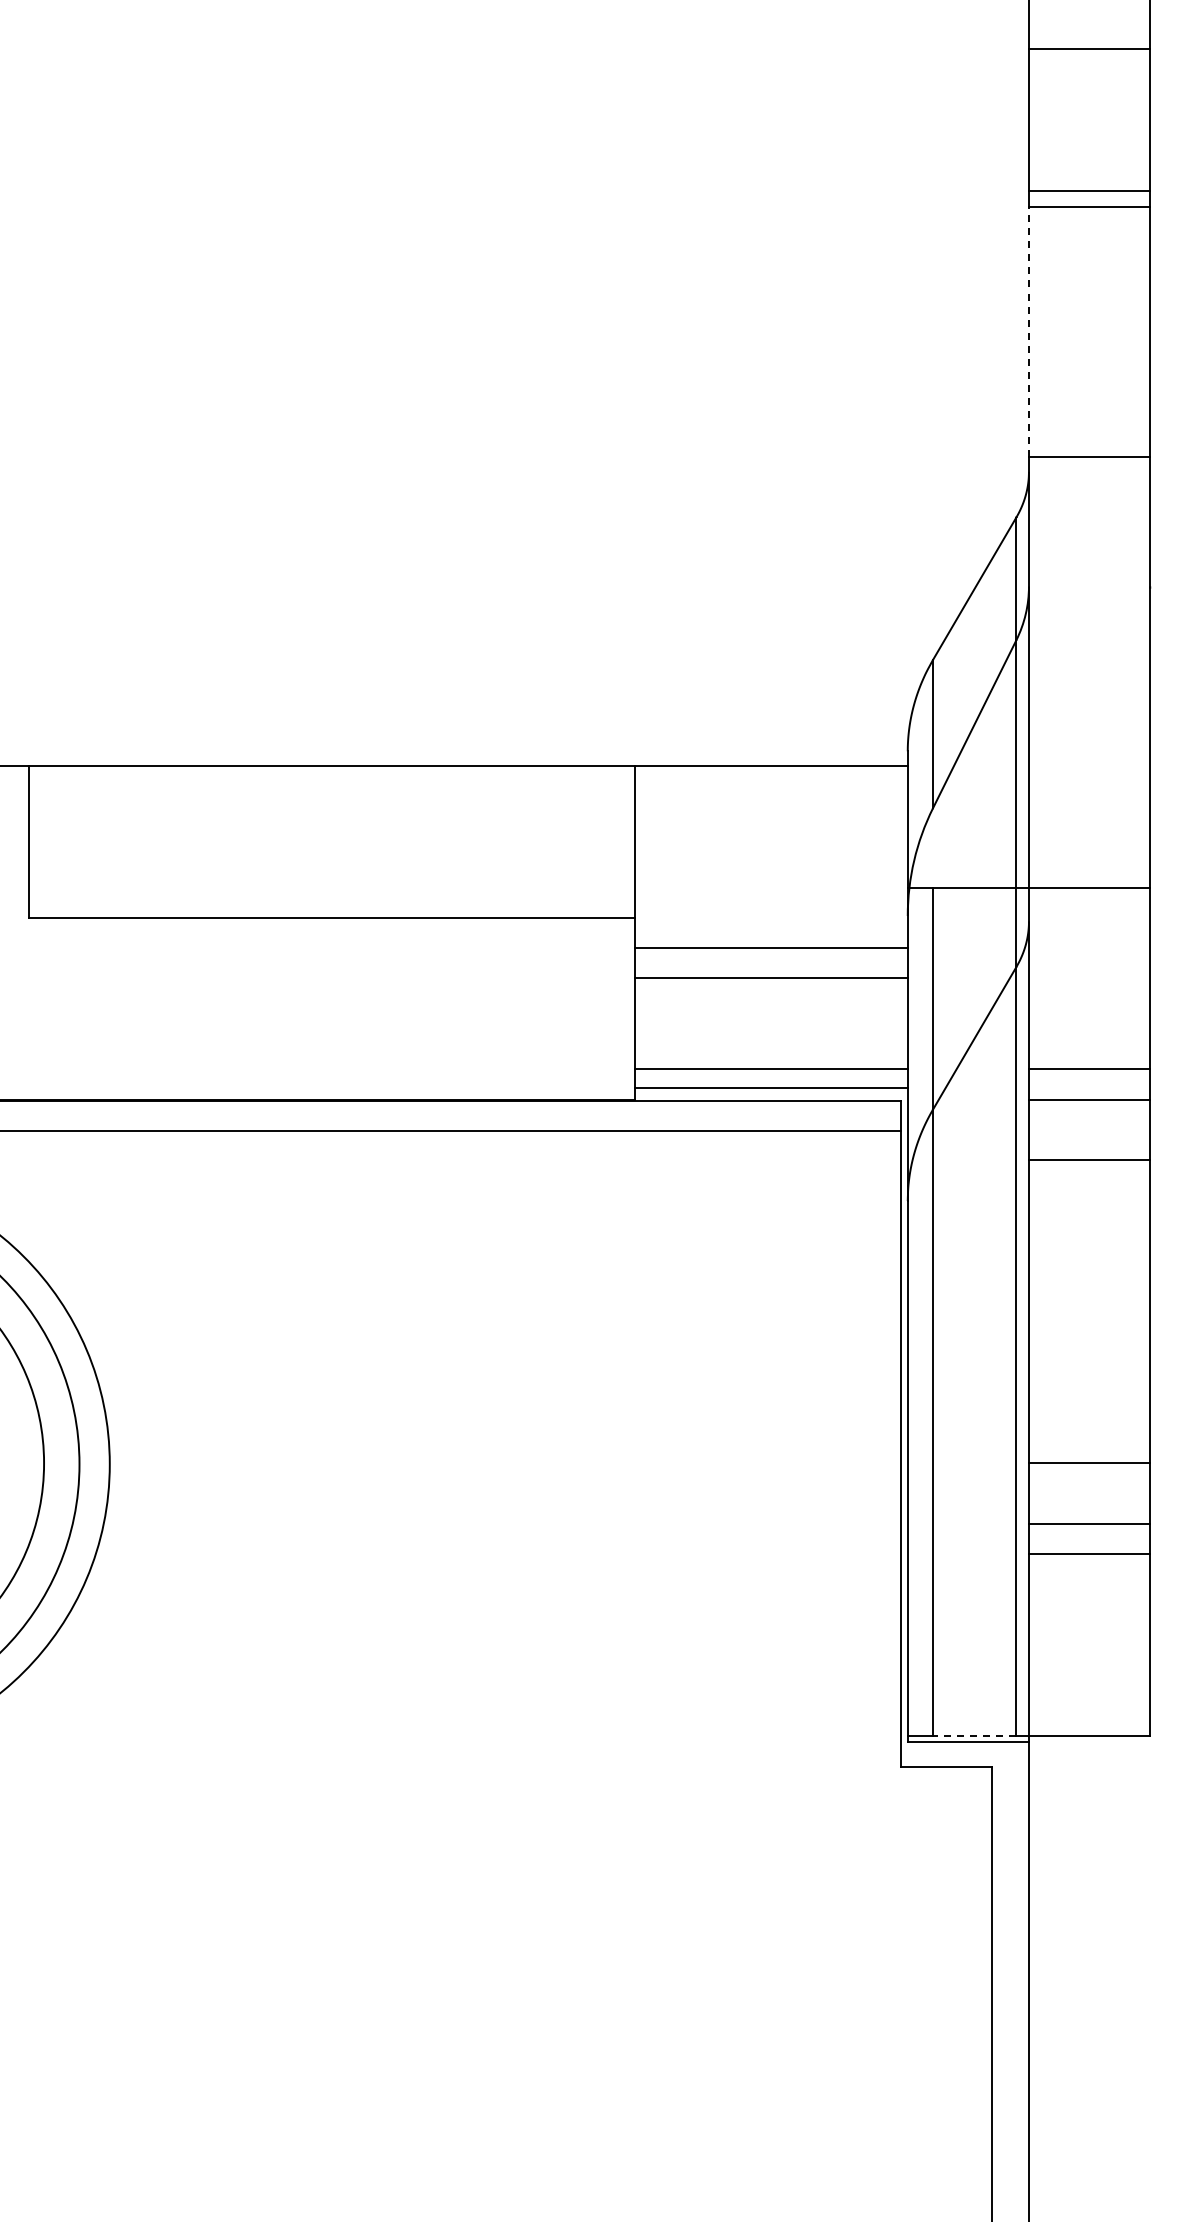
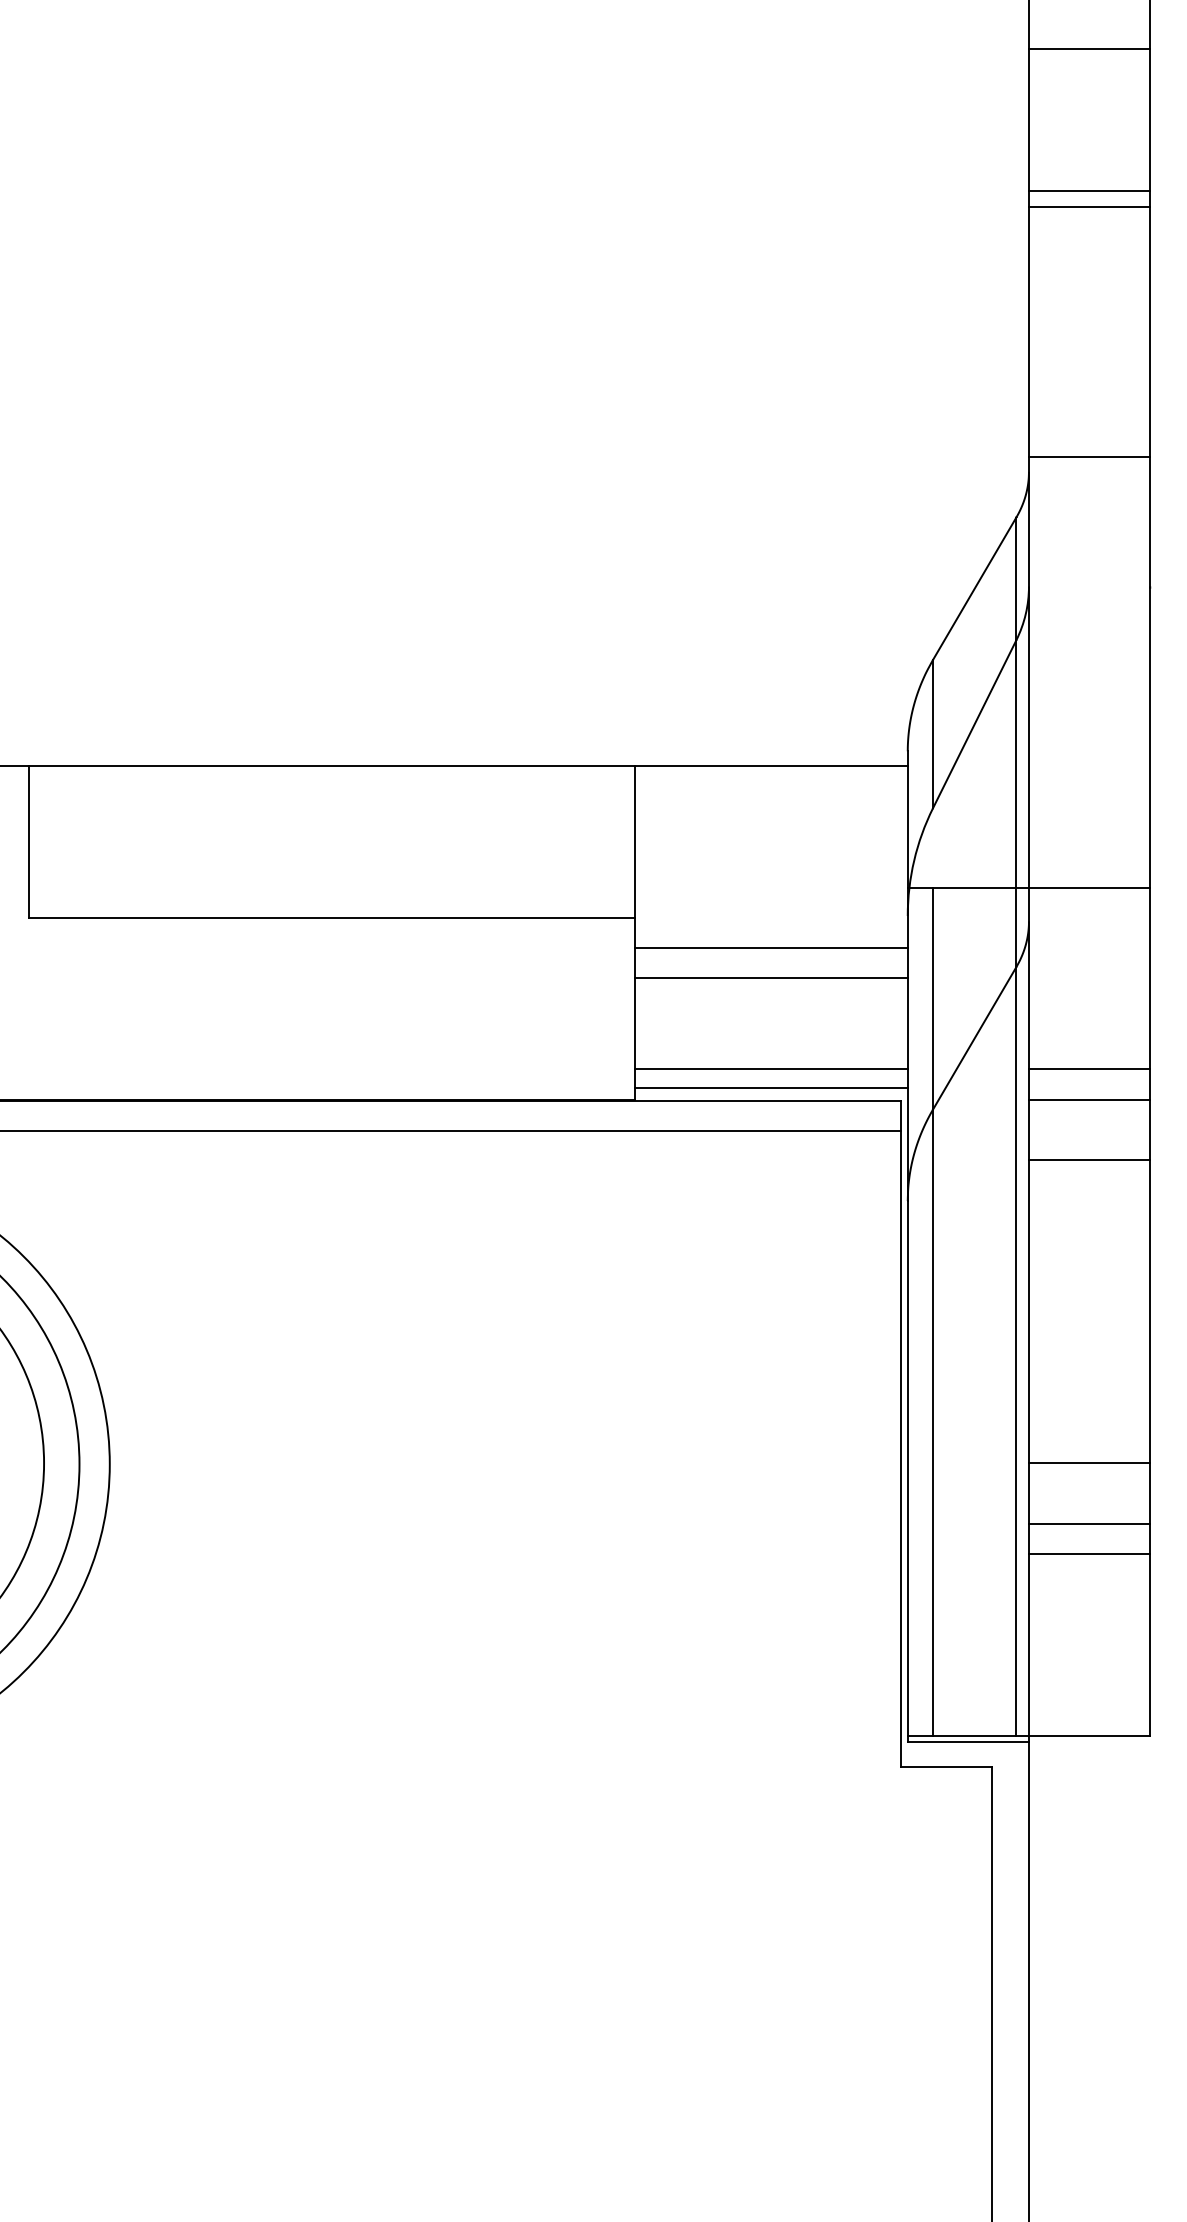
line at (1028, 331): dashed -> solid
line at (974, 1736): dashed -> solid
